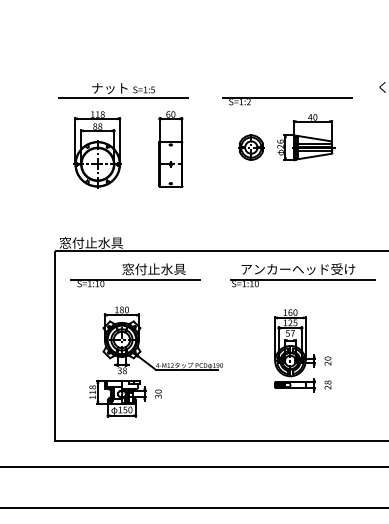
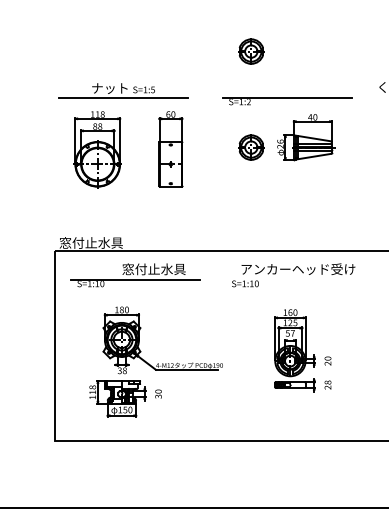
part at (251, 51): none -> present
line at (302, 280): present -> none
line at (193, 466): present -> none
